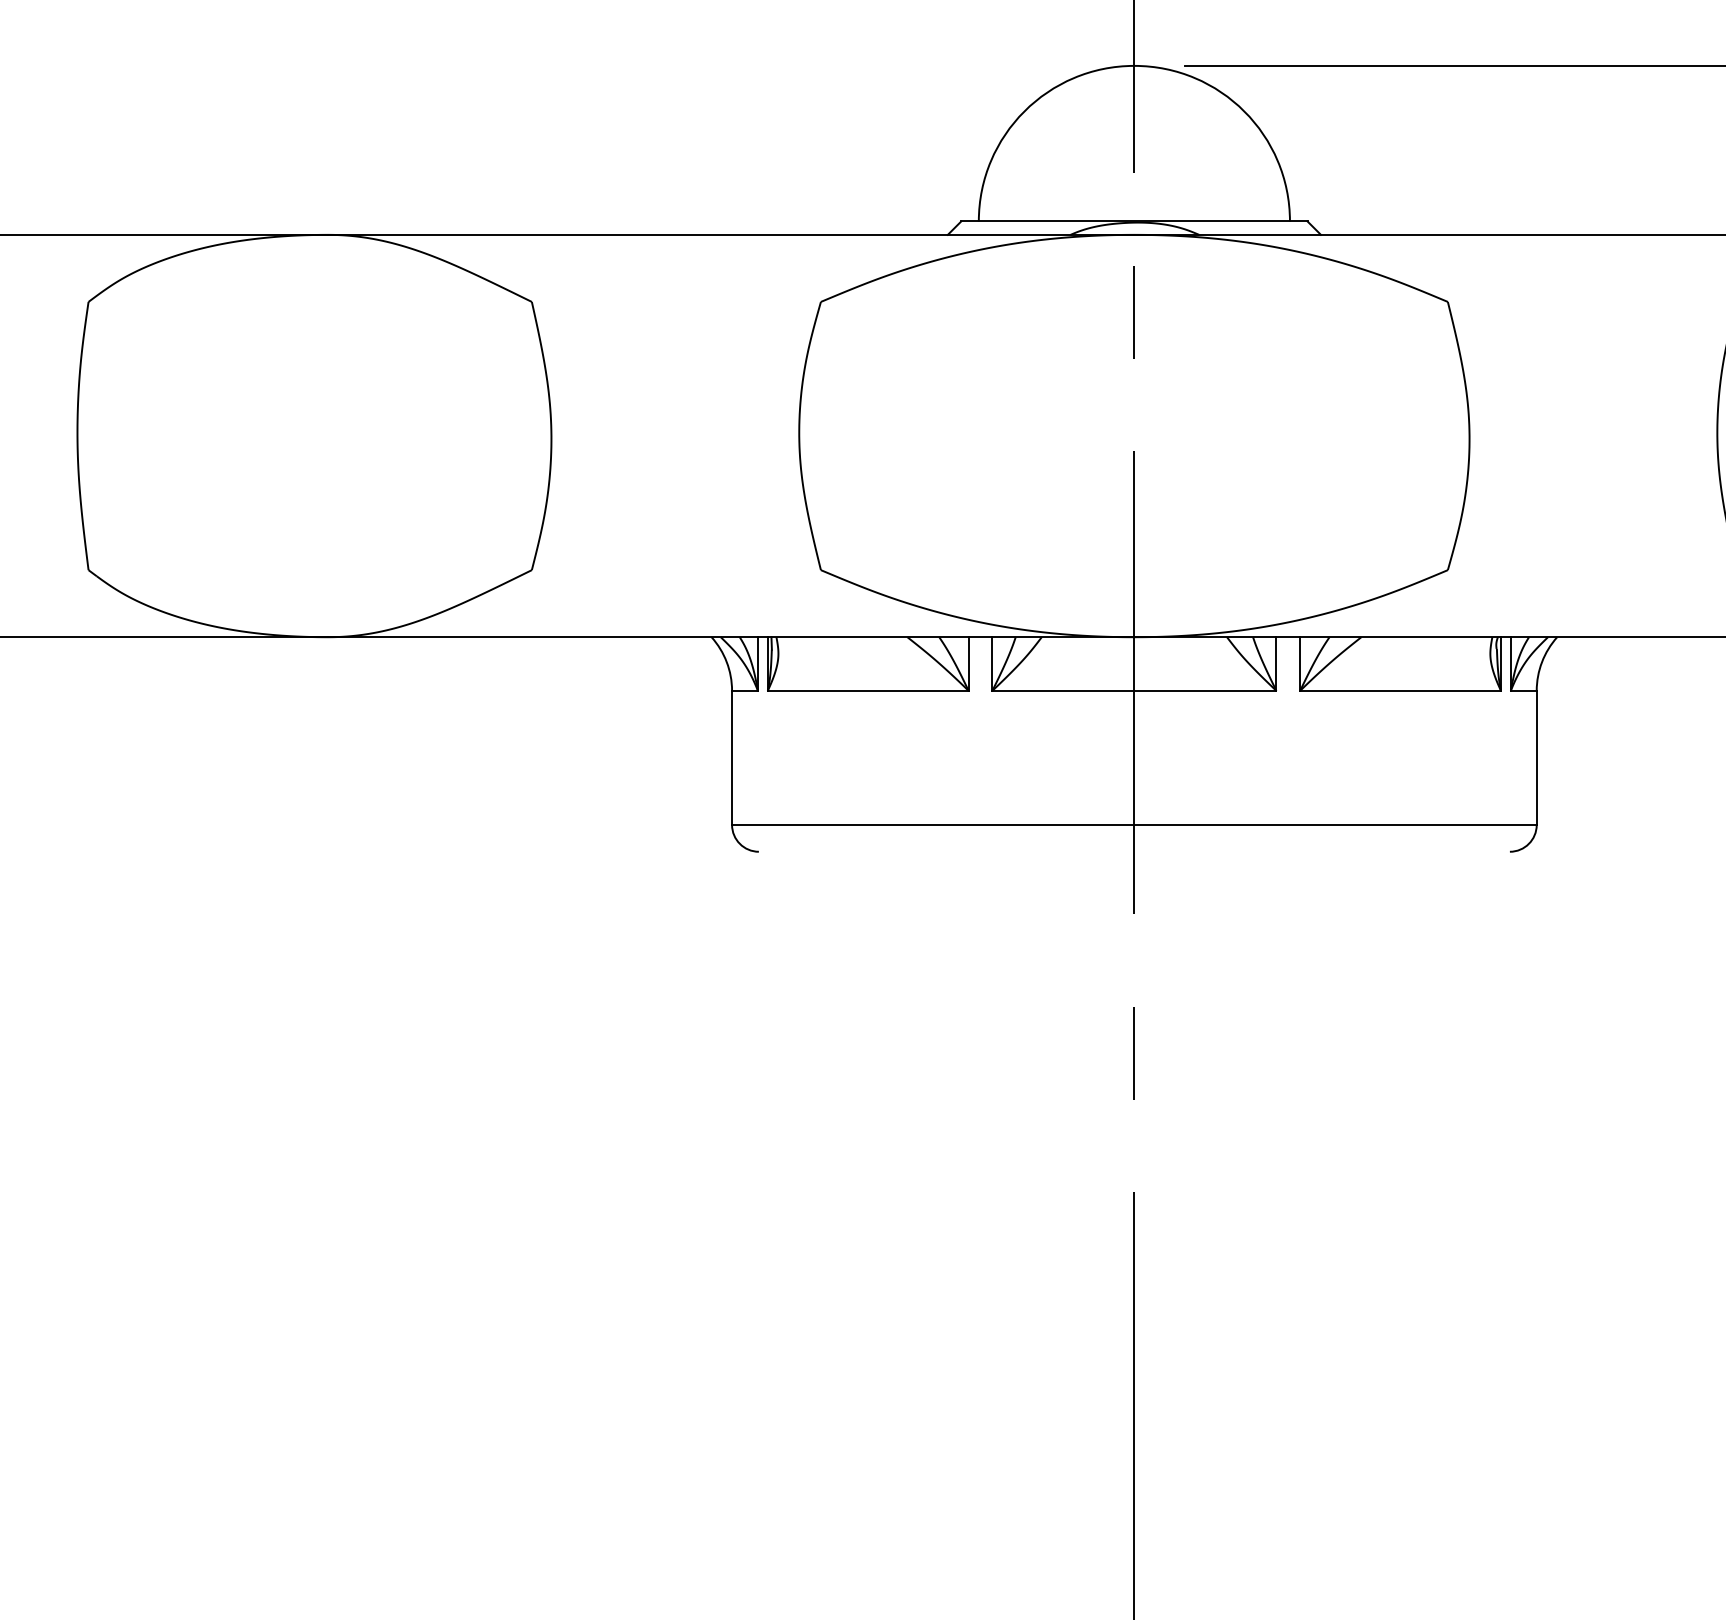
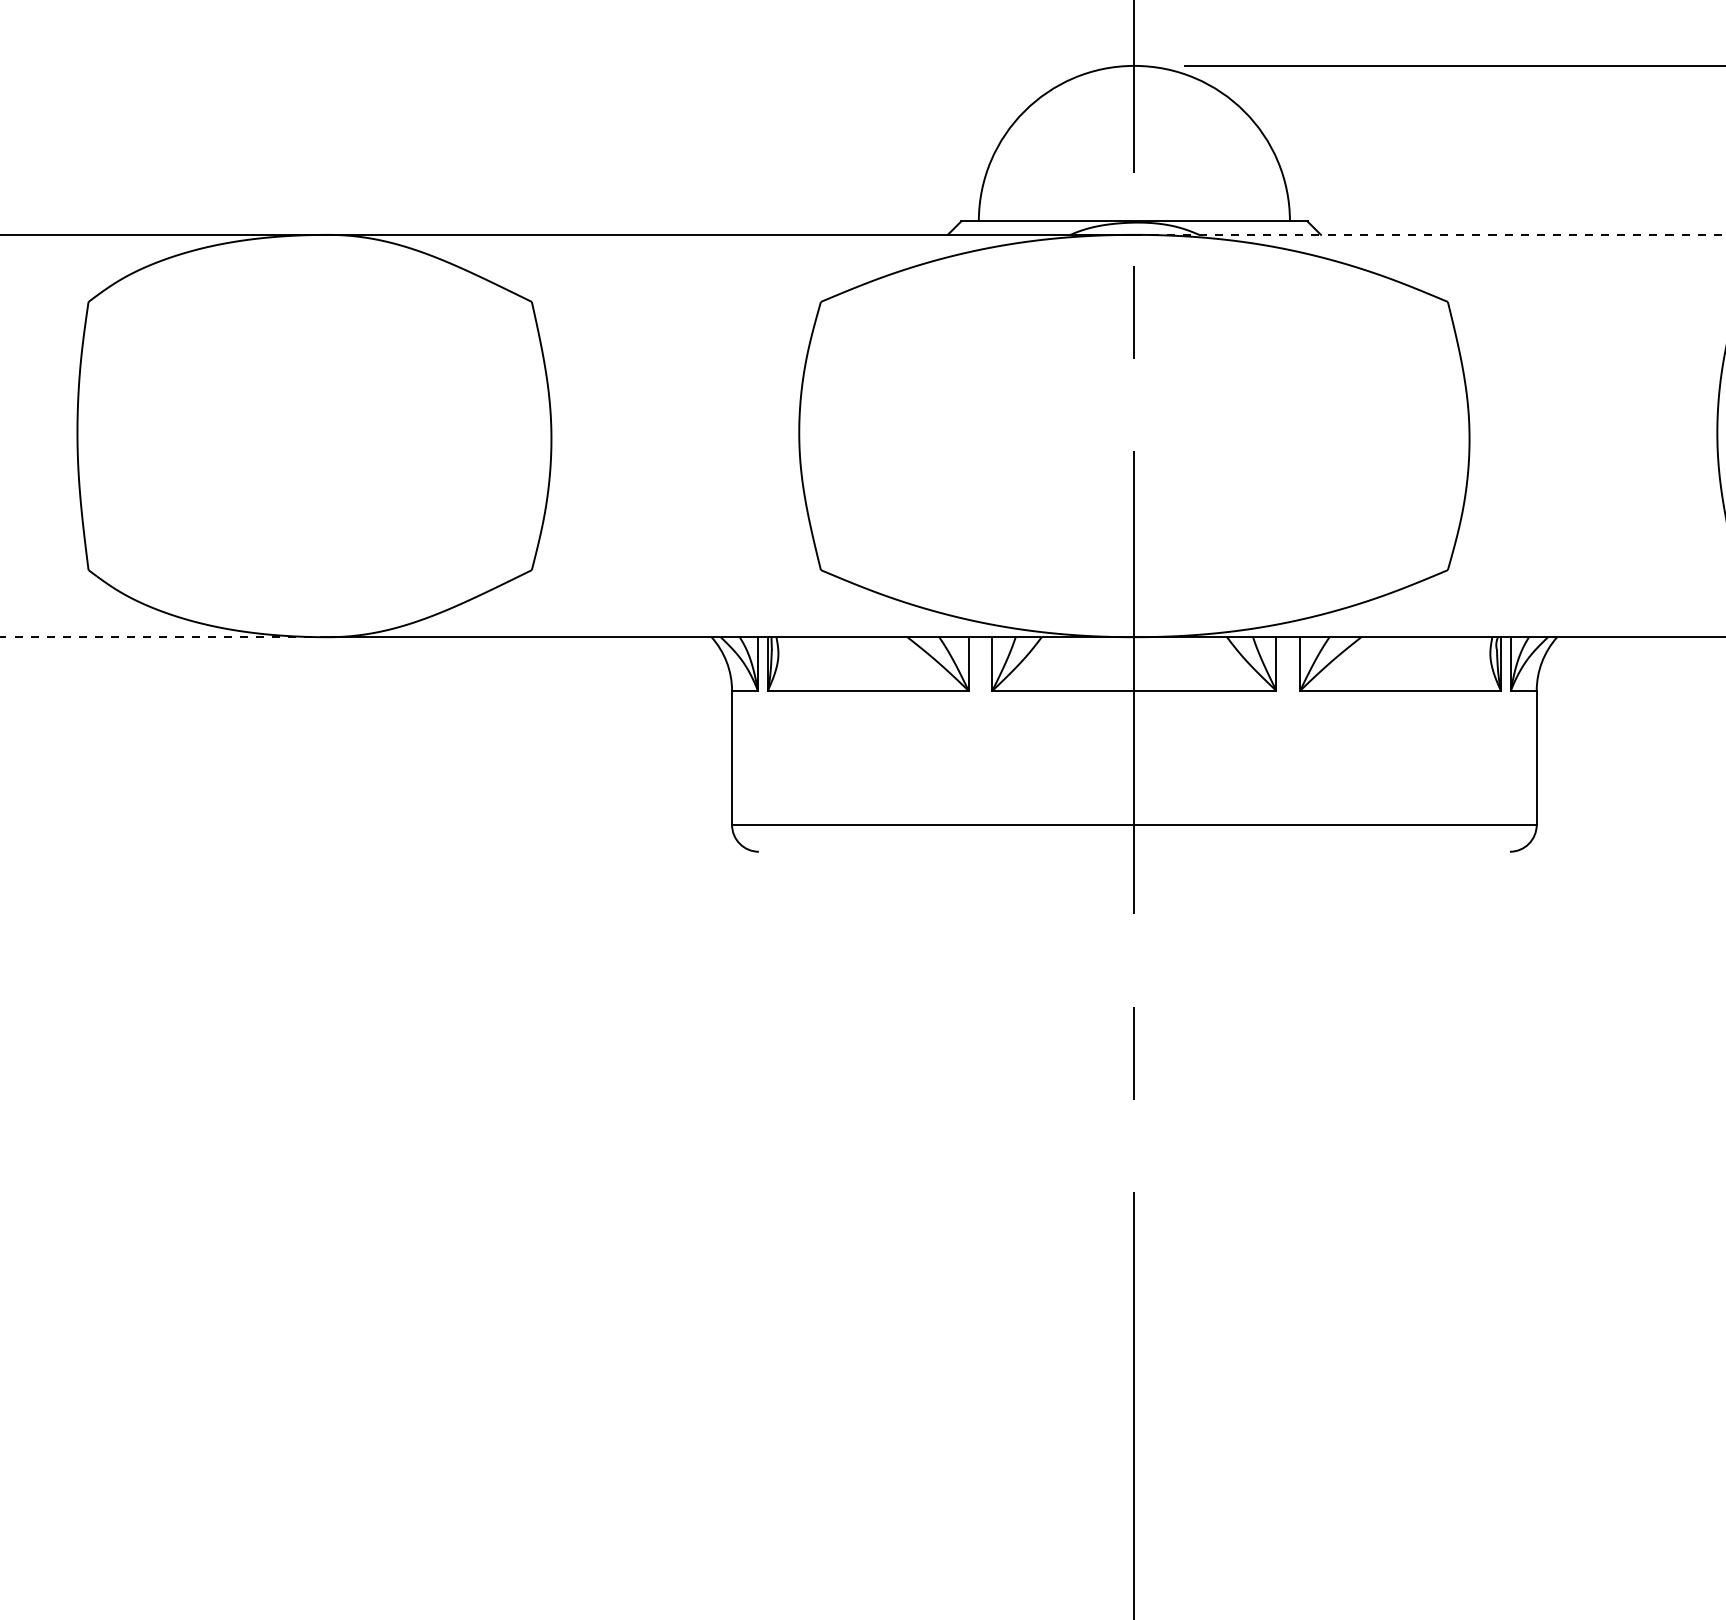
line at (1430, 234): solid -> dashed
line at (164, 637): solid -> dashed
